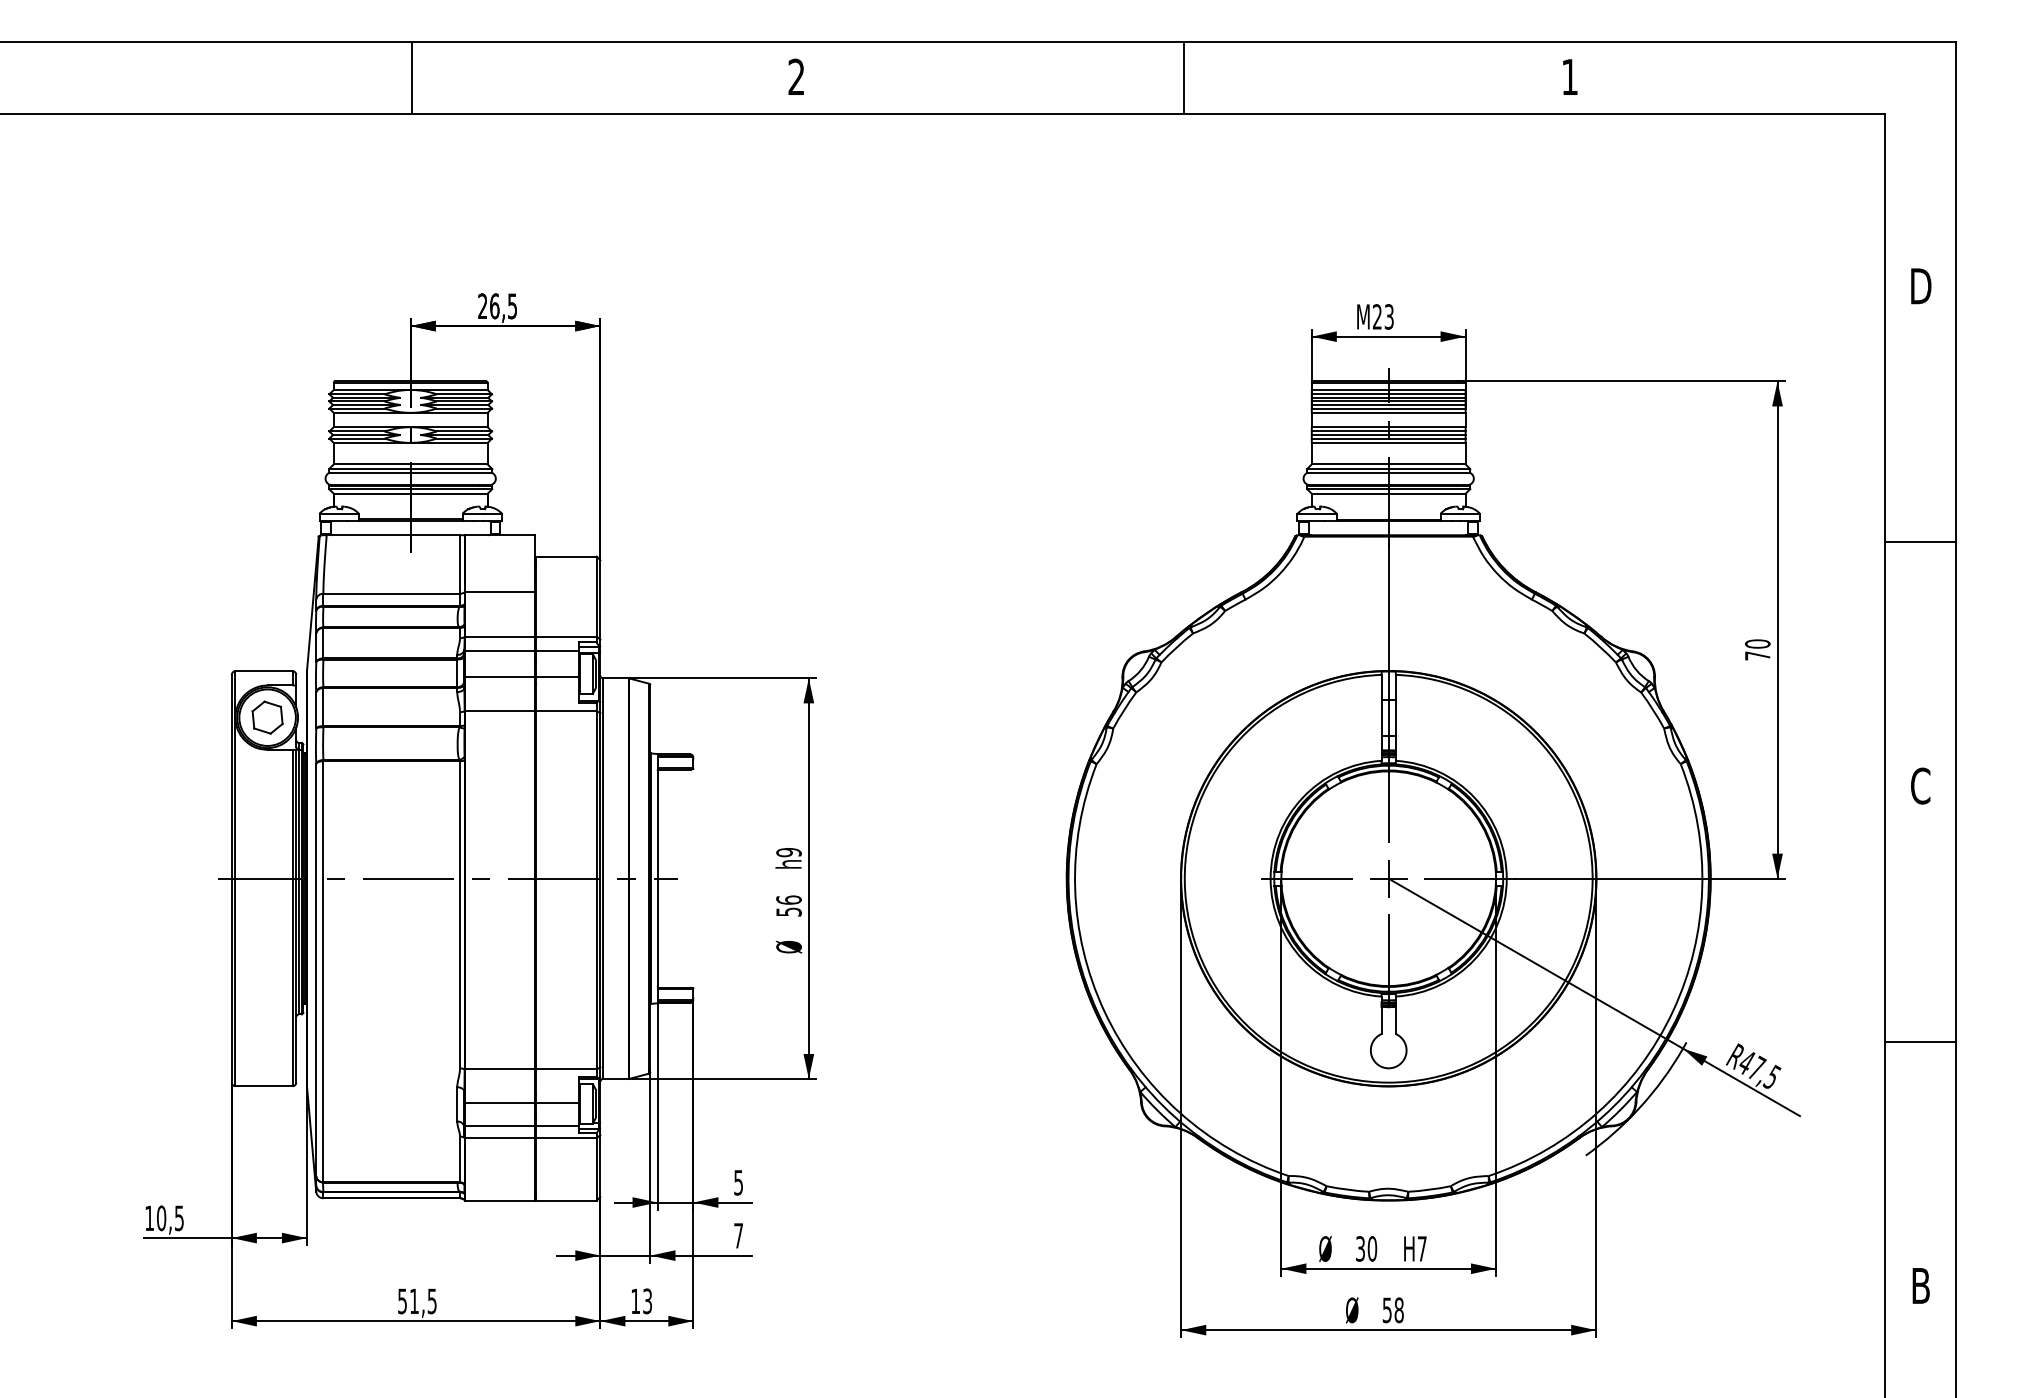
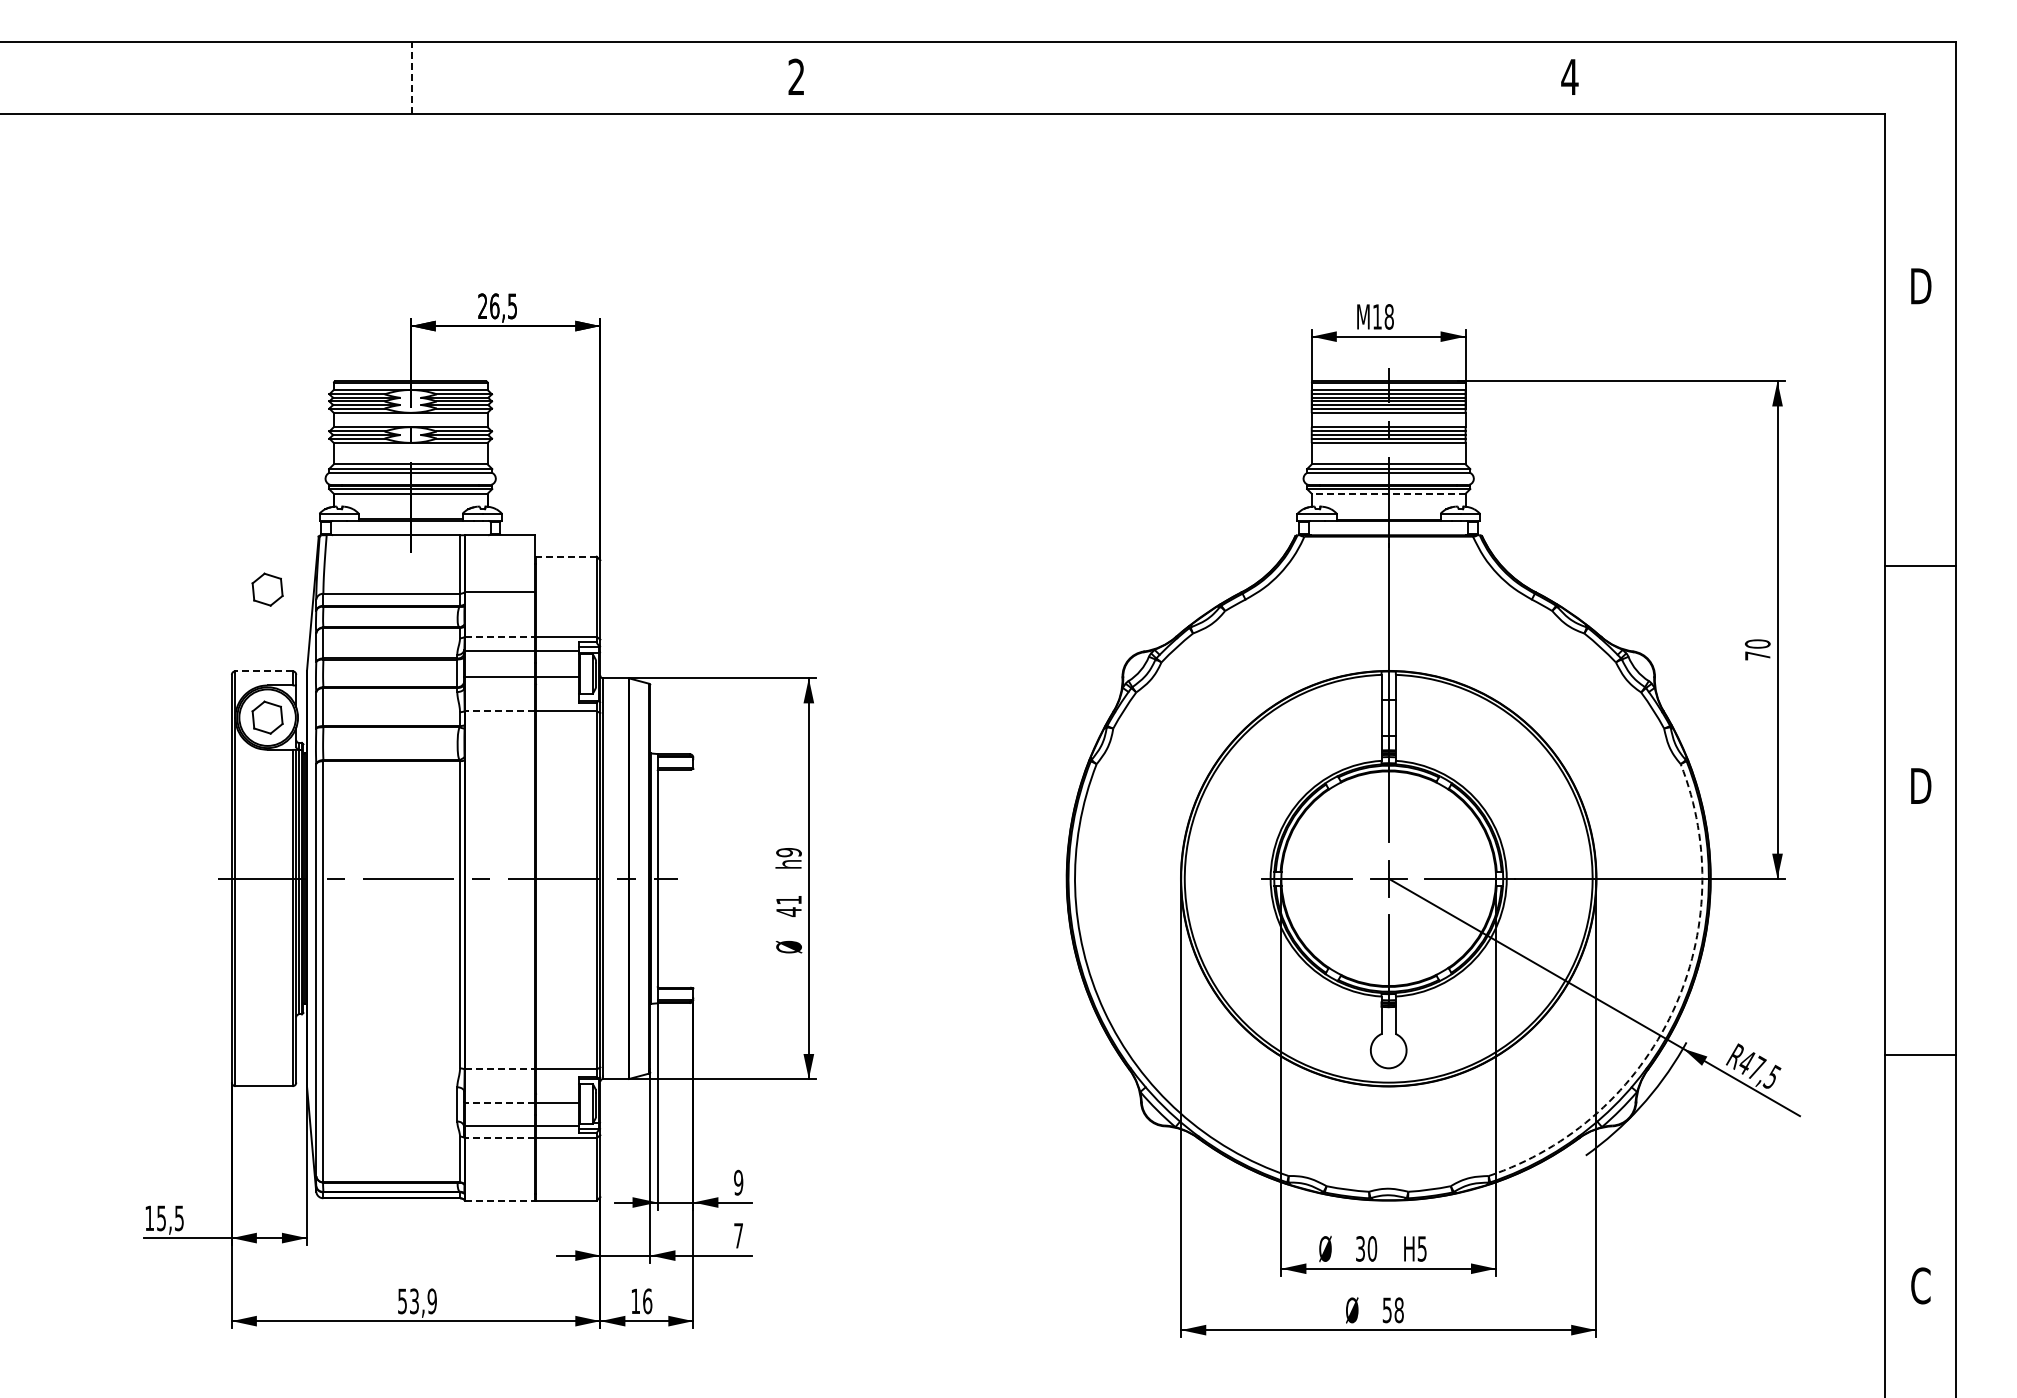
text at (1569, 76): 1 -> 4
line at (411, 77): solid -> dashed
line at (1184, 77): present -> none
text at (1382, 316): M23 -> M18
line at (1388, 493): solid -> dashed
line at (1920, 541) position: (1920, 541) -> (1920, 565)
line at (565, 556): solid -> dashed
part at (267, 589): none -> present
line at (499, 636): solid -> dashed
line at (264, 671): solid -> dashed
line at (499, 711): solid -> dashed
text at (1921, 785): C -> D
text at (788, 906): 56 -> 41
arc at (1673, 1011): solid -> dashed
line at (1920, 1041) position: (1920, 1041) -> (1920, 1054)
line at (499, 1069): solid -> dashed
line at (499, 1102): solid -> dashed
line at (499, 1138): solid -> dashed
text at (738, 1182): 5 -> 9
line at (499, 1200): solid -> dashed
text at (161, 1218): 10,5 -> 15,5
text at (1421, 1248): H7 -> H5
text at (1920, 1285): B -> C
text at (423, 1301): 51,5 -> 53,9
text at (647, 1301): 13 -> 16
